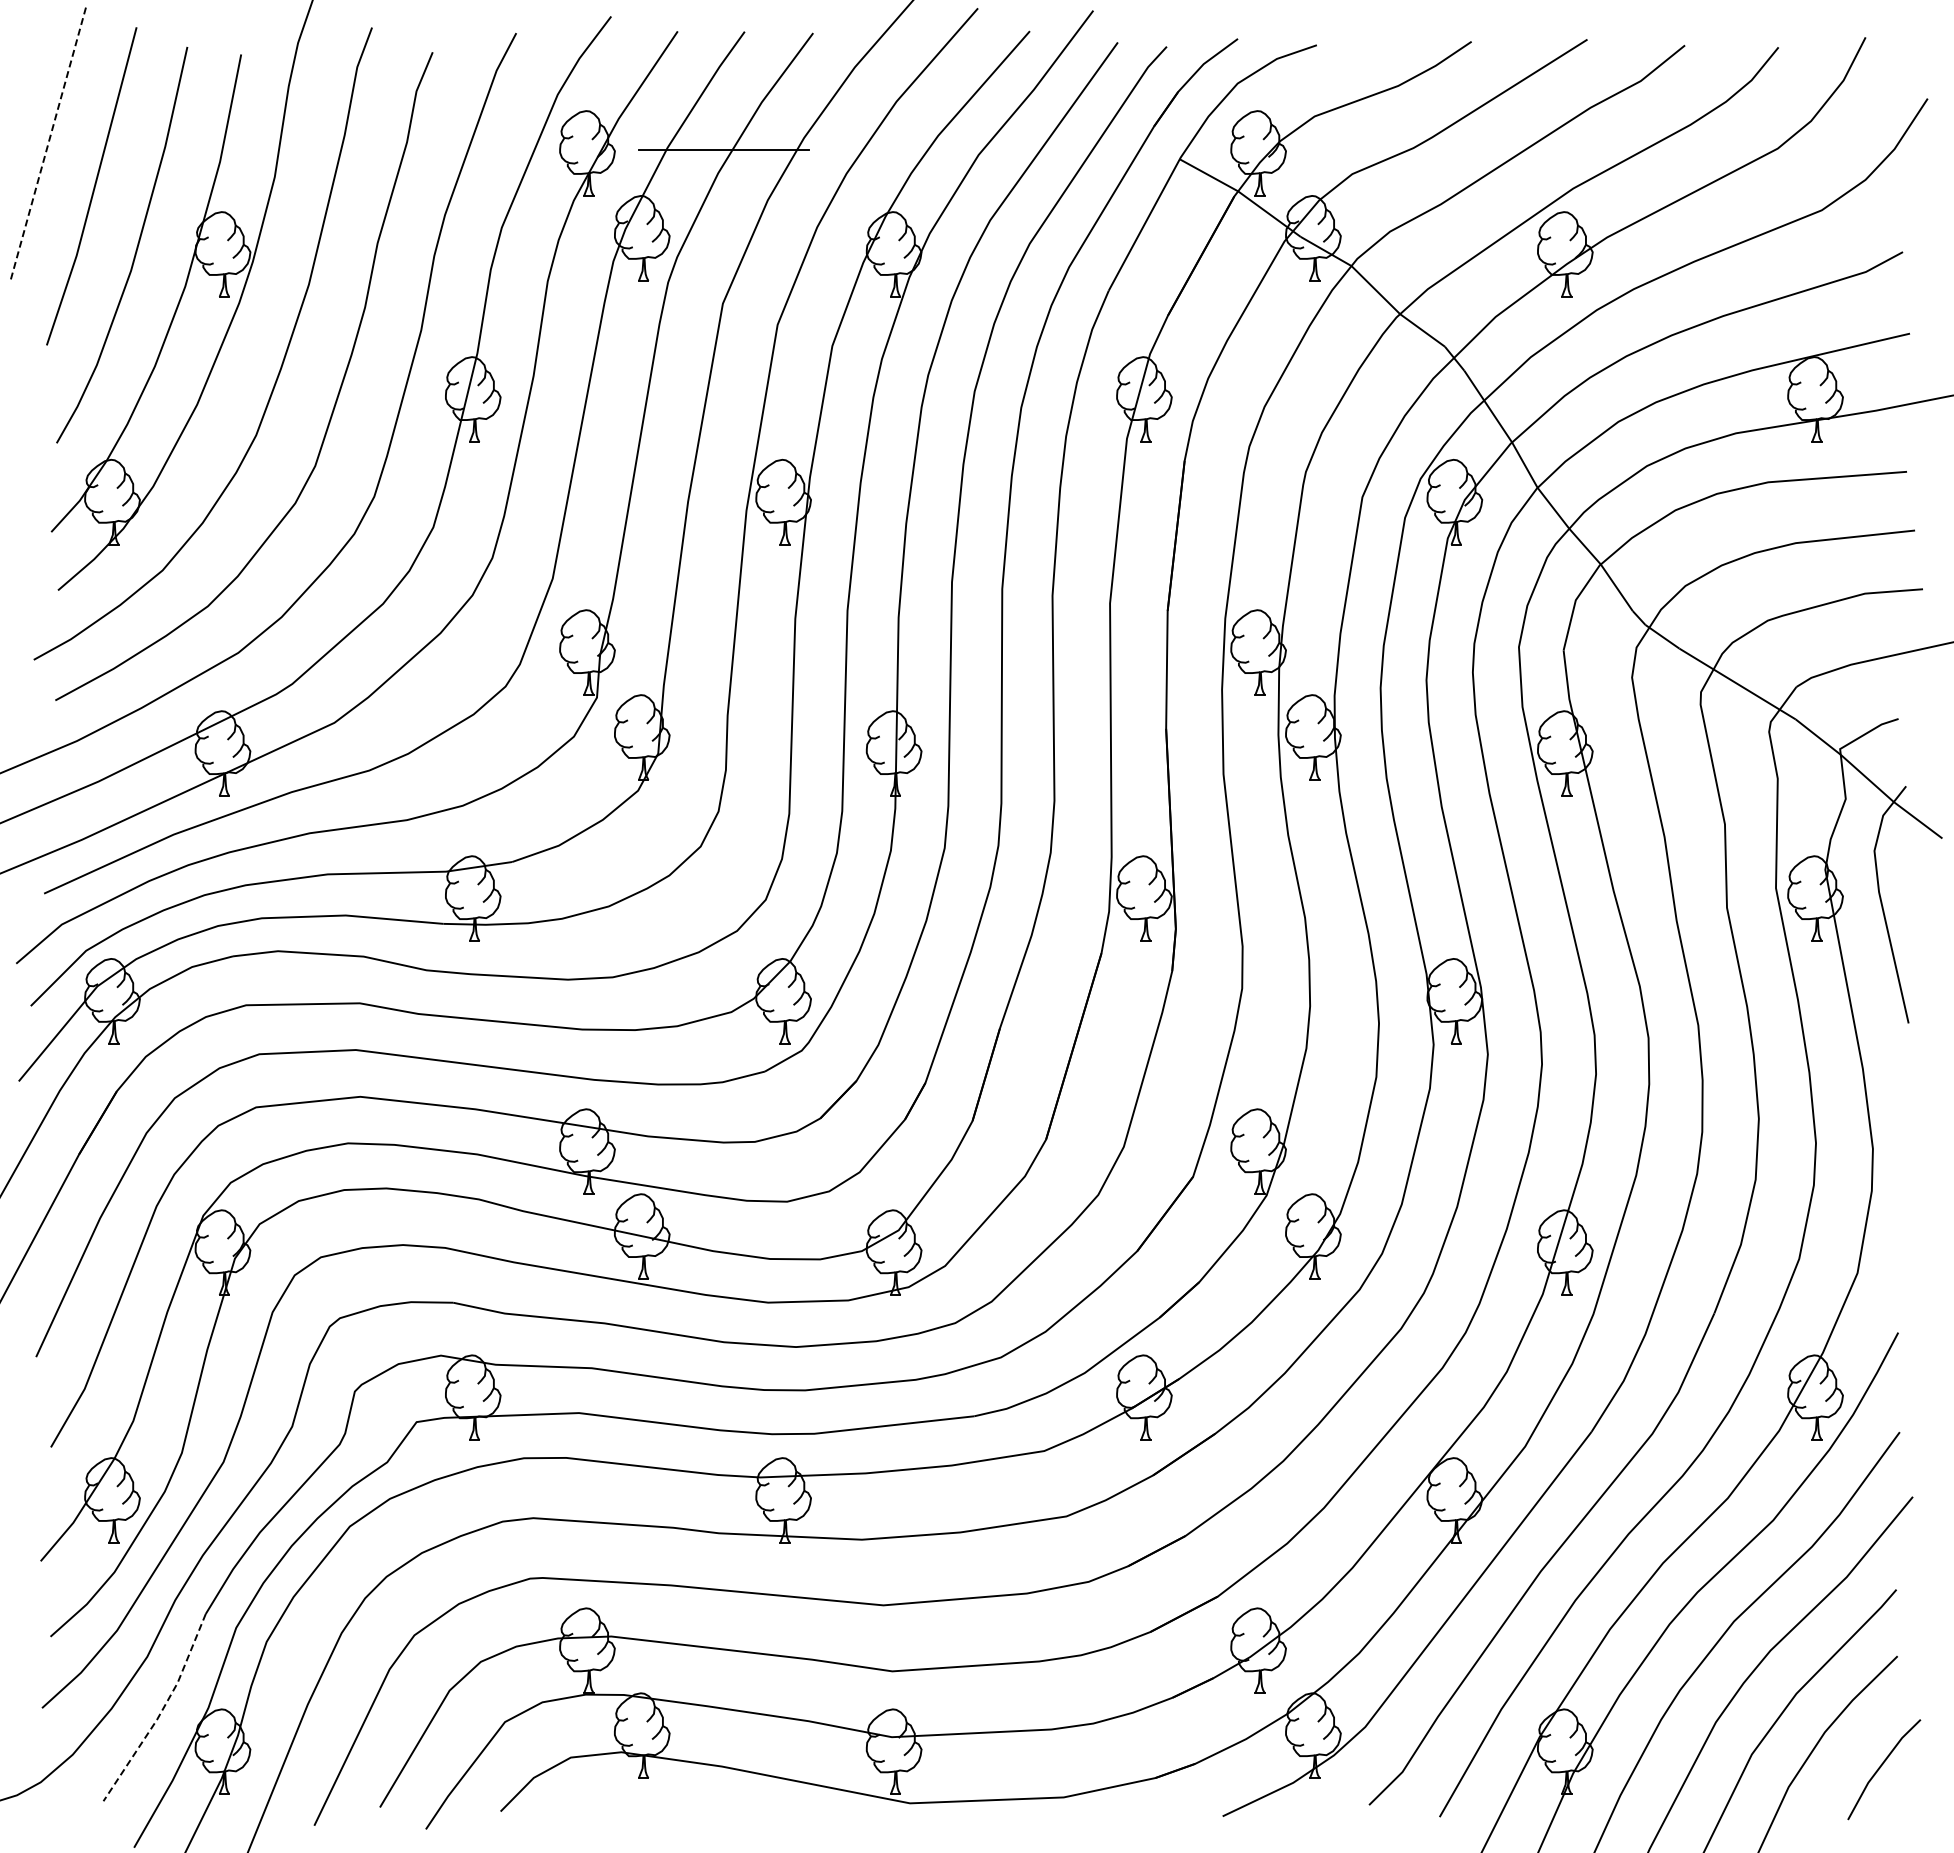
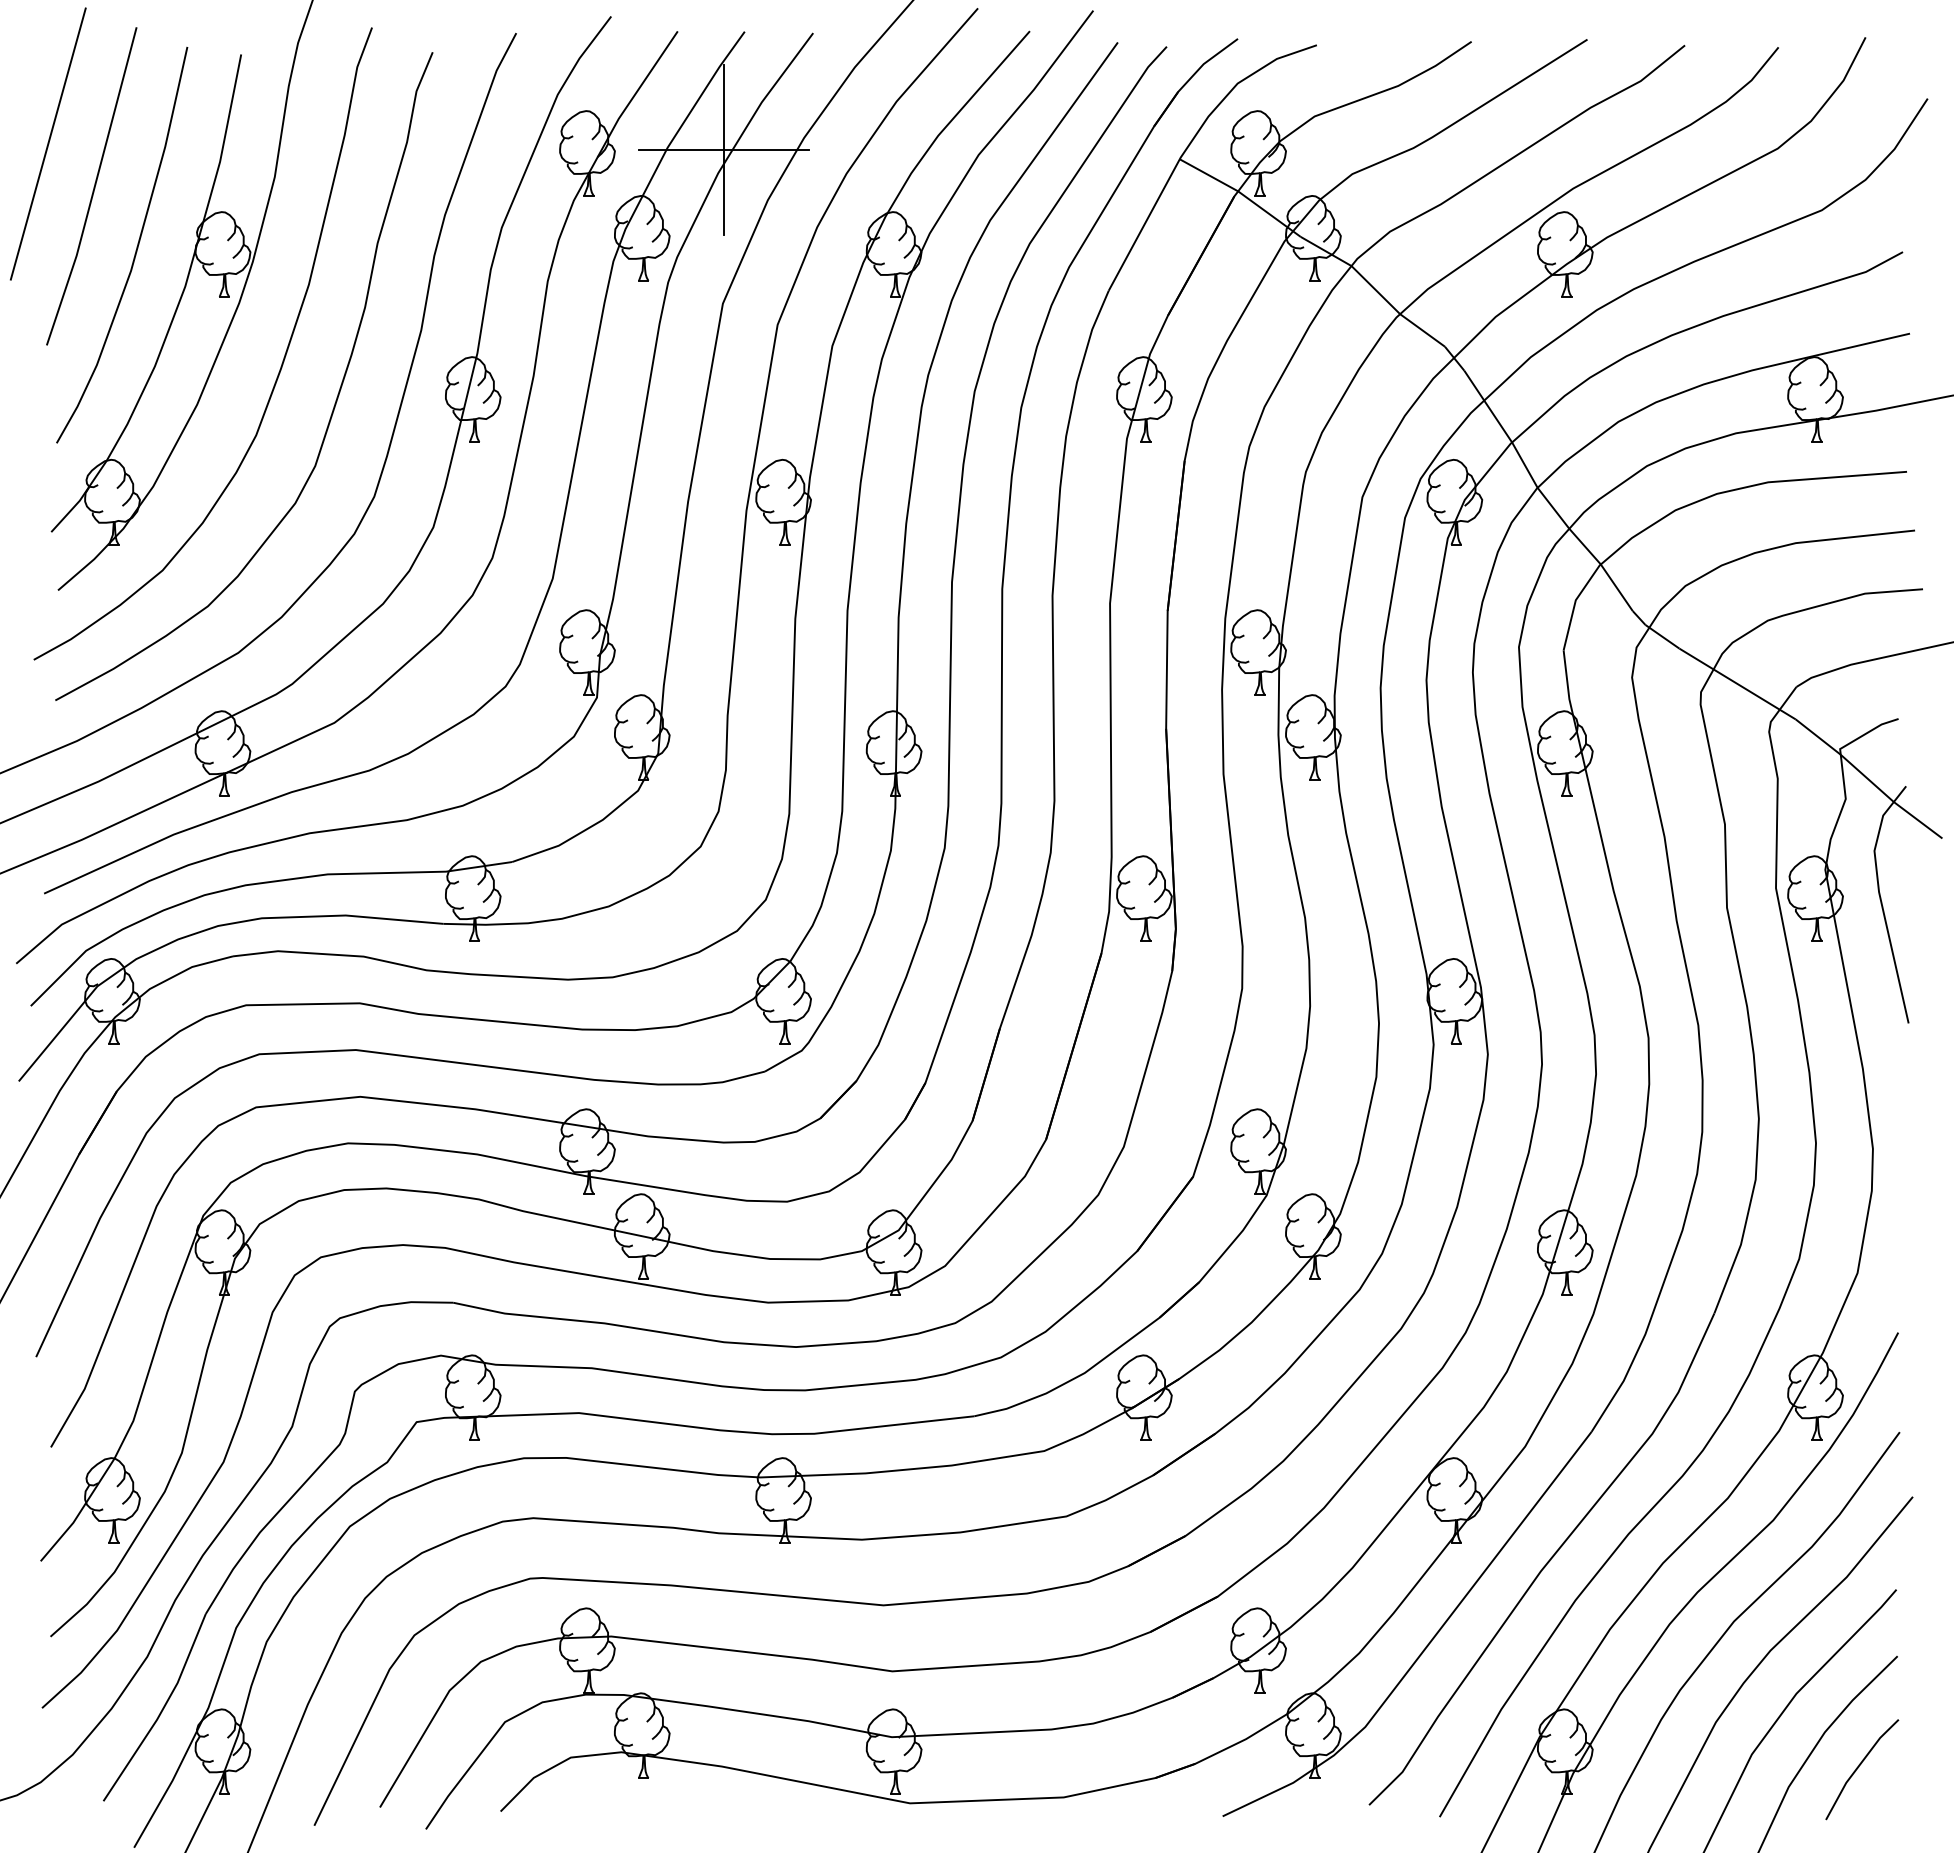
line at (48, 144): dashed -> solid
line at (724, 149): none -> present
line at (161, 1711): dashed -> solid
line at (1881, 1767) position: (1881, 1767) -> (1859, 1767)
